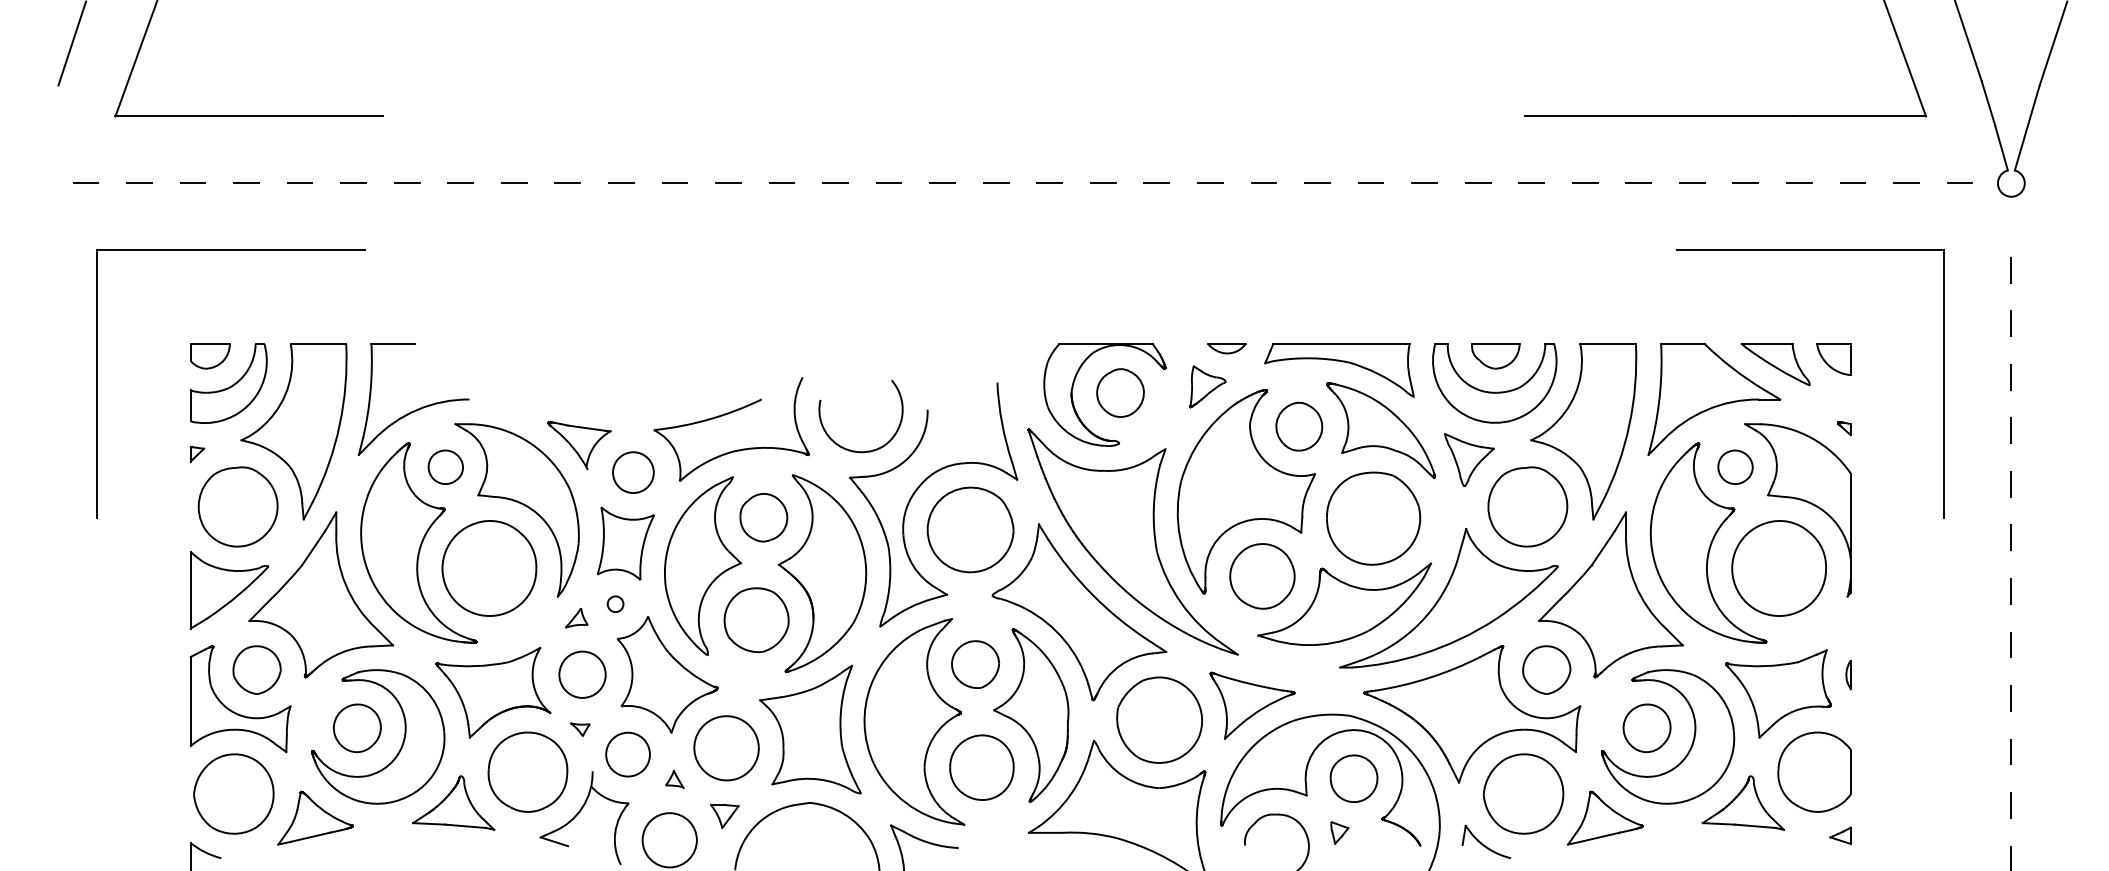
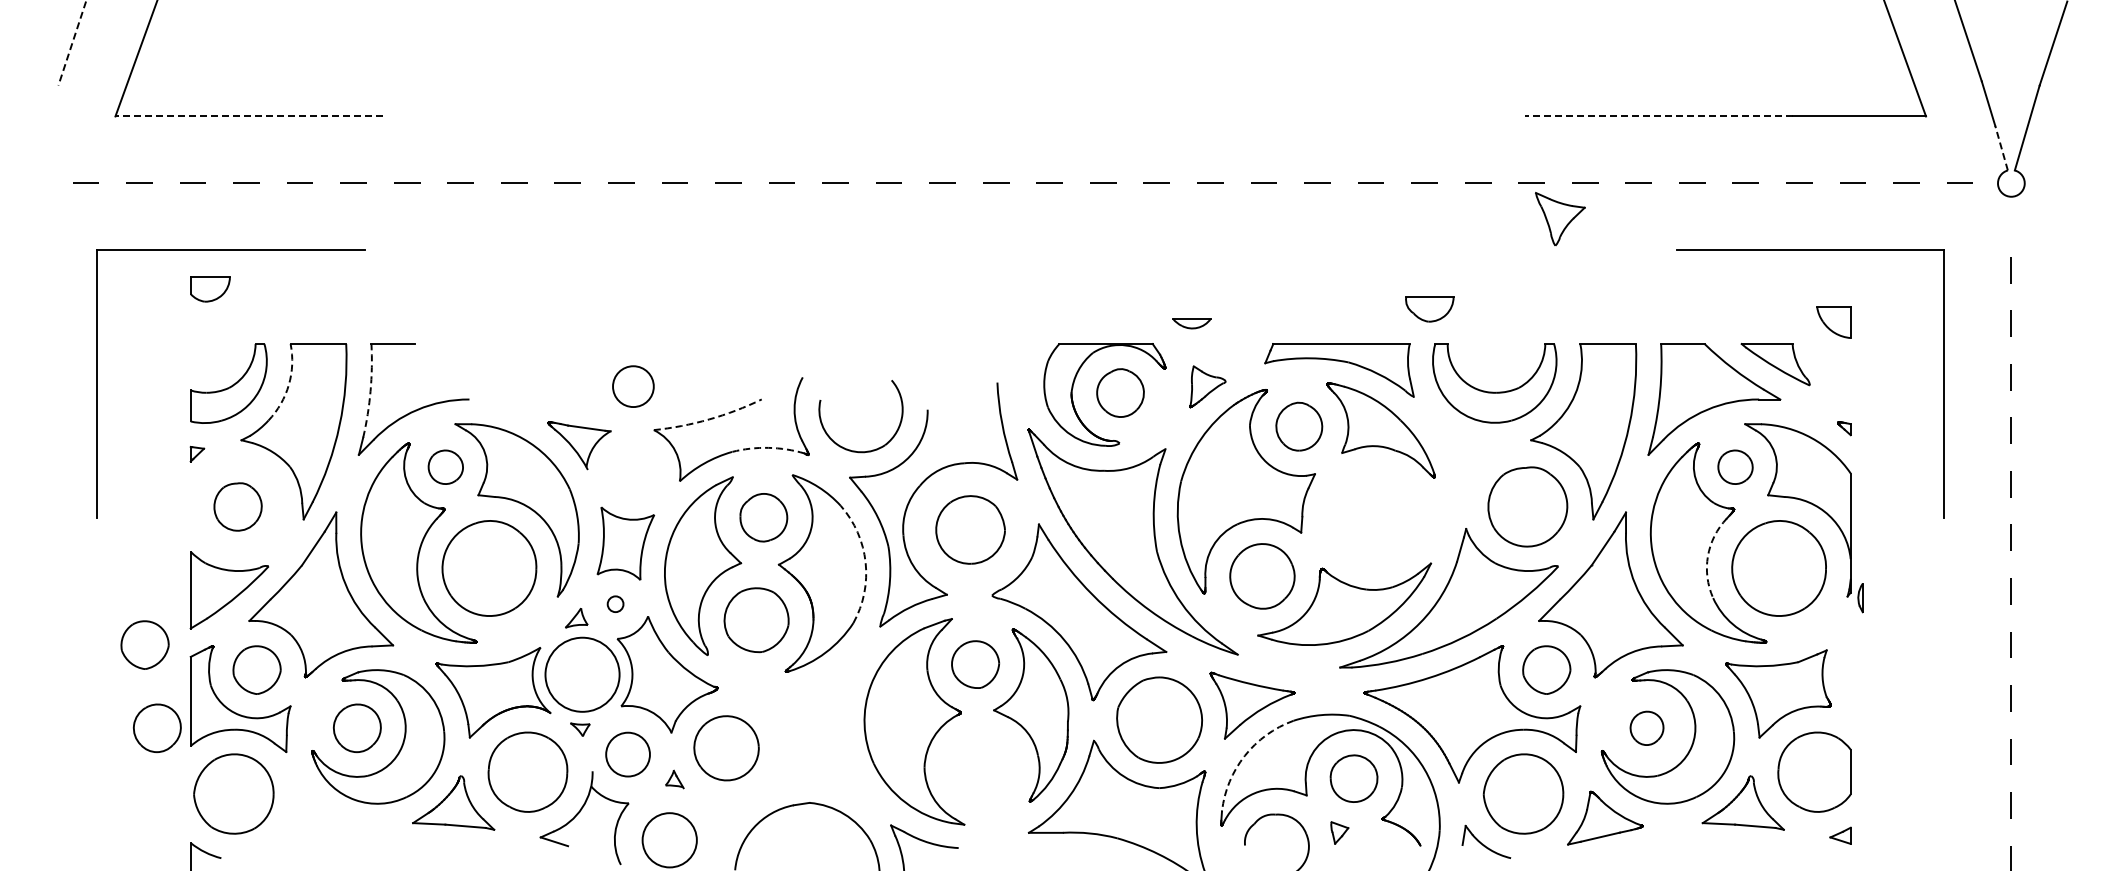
line at (72, 44): solid -> dashed
line at (249, 116): solid -> dashed
line at (1658, 116): solid -> dashed
line at (2001, 147): solid -> dashed
part at (1226, 348) position: (1226, 348) -> (1191, 323)
part at (210, 356) position: (210, 356) -> (210, 289)
part at (1495, 356) position: (1495, 356) -> (1429, 309)
part at (1833, 359) position: (1833, 359) -> (1833, 322)
arc at (288, 384): solid -> dashed
arc at (370, 391): solid -> dashed
arc at (709, 419): solid -> dashed
arc at (768, 447): solid -> dashed
part at (1469, 460) position: (1469, 460) -> (1560, 219)
circle at (633, 472) position: (633, 472) -> (633, 386)
part at (237, 506) size: 82x82 px -> 50x50 px
part at (1373, 518): present -> none
part at (970, 529) size: 89x88 px -> 71x70 px
arc at (1707, 556): solid -> dashed
arc at (865, 562): solid -> dashed
part at (144, 644): none -> present
circle at (582, 674) diameter: 46 px -> 74 px
part at (1848, 675) position: (1848, 675) -> (1860, 598)
part at (156, 727): none -> present
part at (1646, 728) size: 50x51 px -> 36x36 px
part at (810, 729): present -> none
arc at (1244, 755): solid -> dashed
part at (981, 767): present -> none
part at (724, 816): present -> none
part at (315, 817): present -> none
